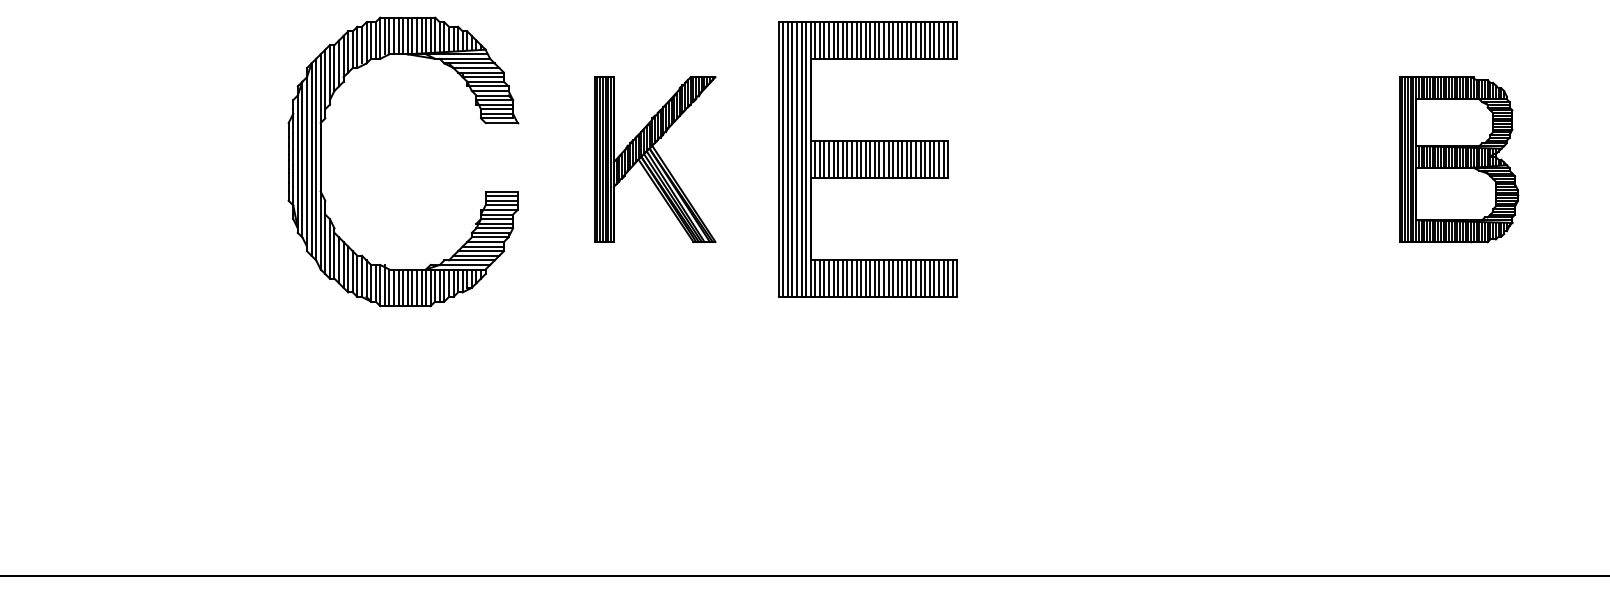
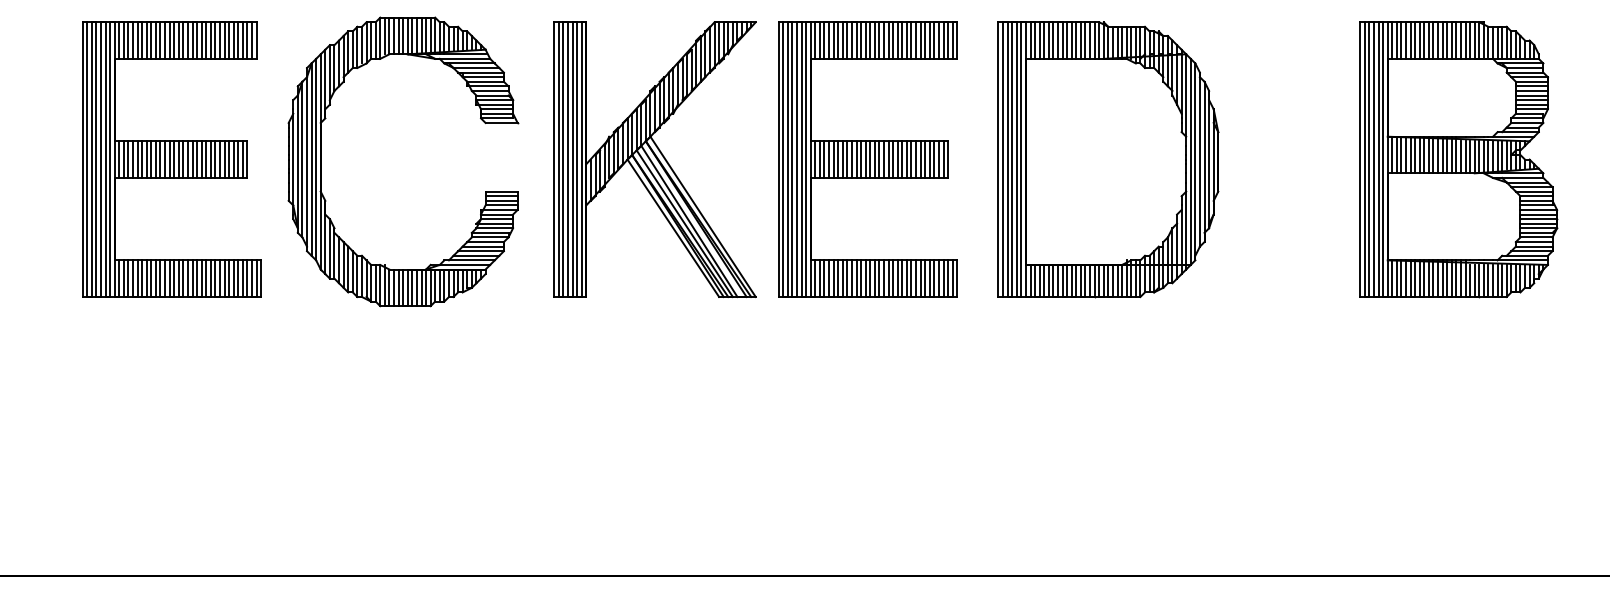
part at (171, 159): none -> present
part at (655, 159) size: 123x167 px -> 204x277 px
part at (1108, 159): none -> present
part at (1459, 159) size: 121x168 px -> 200x278 px
